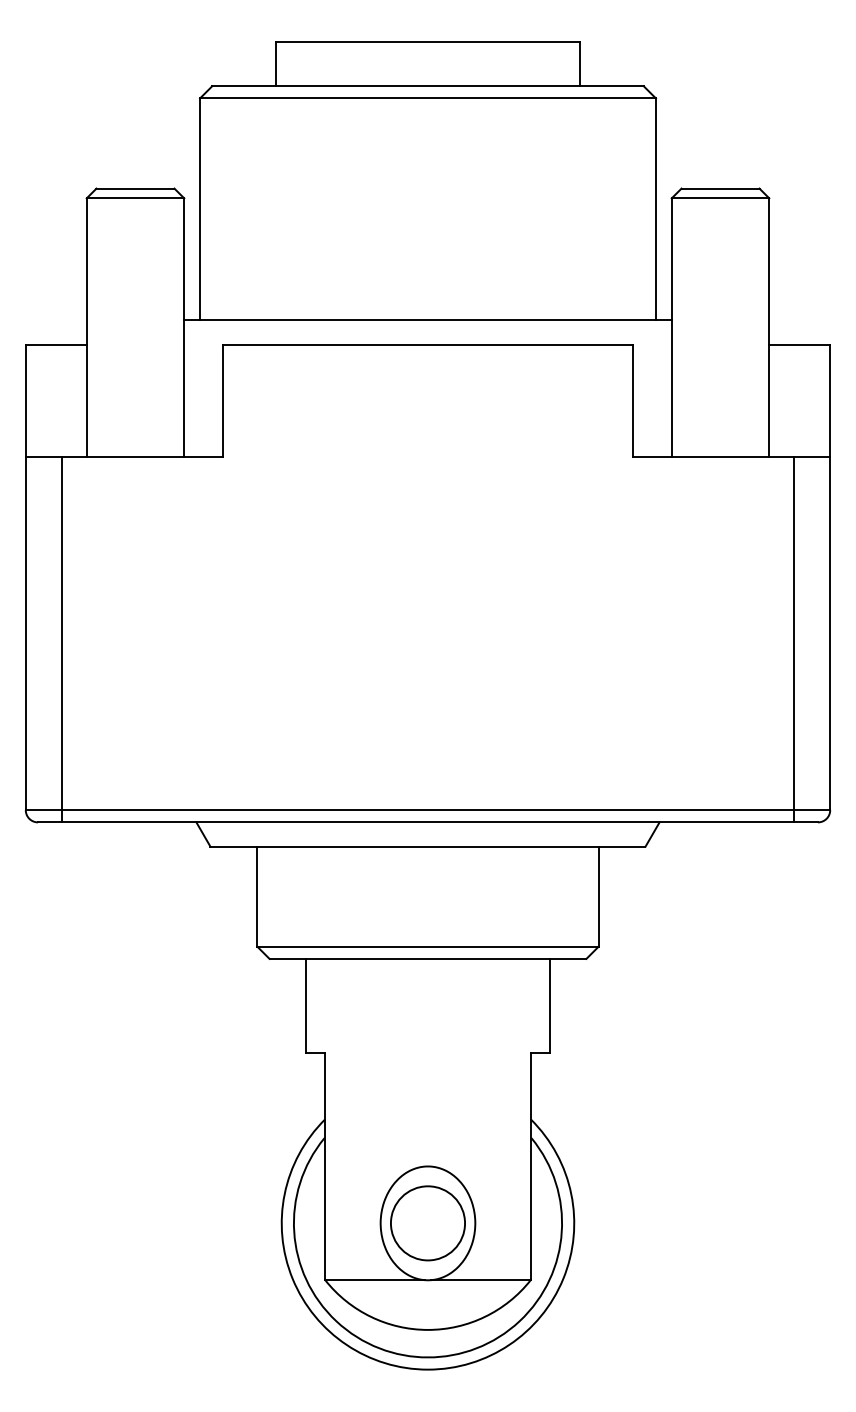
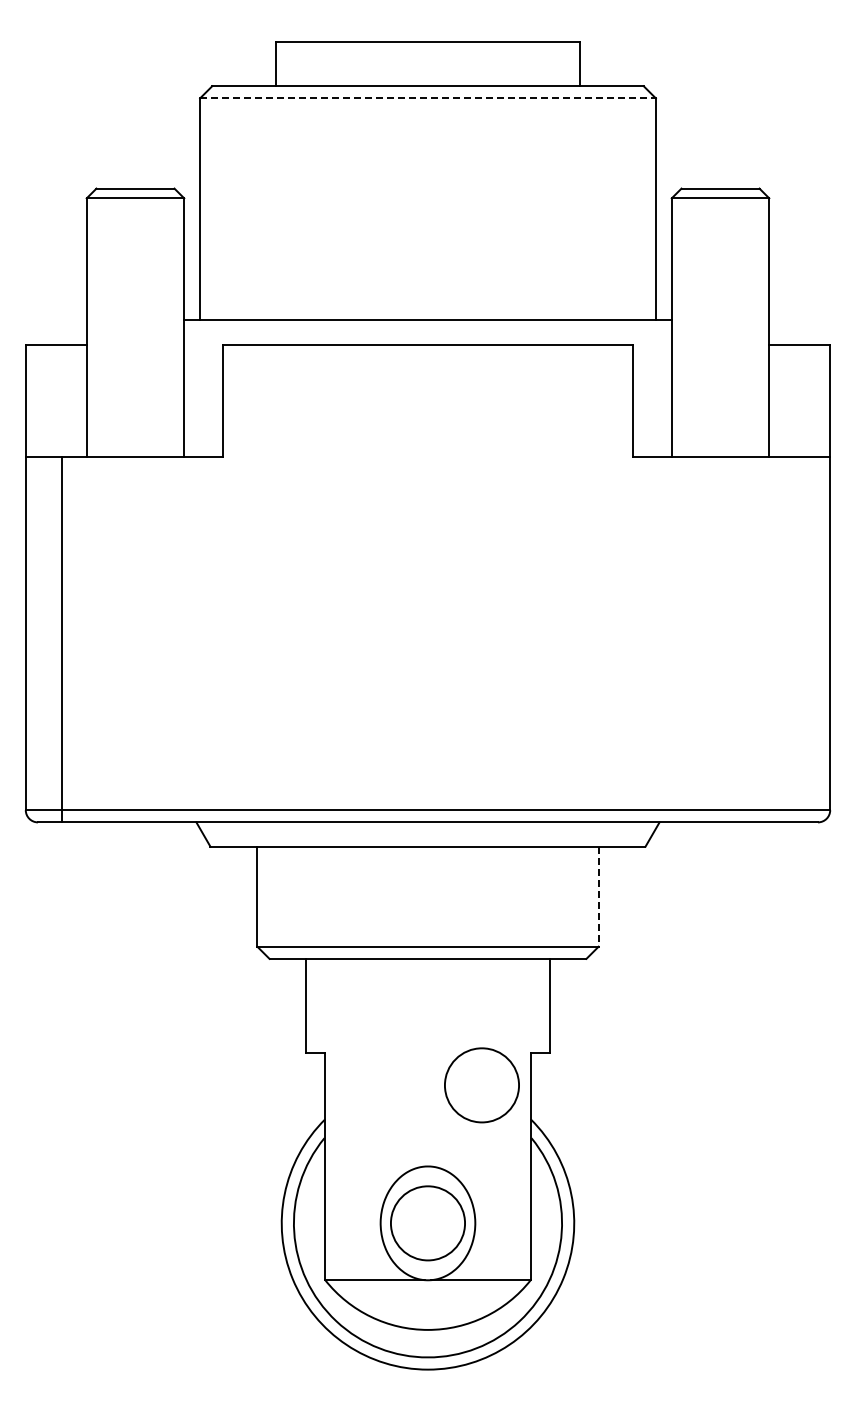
line at (428, 98): solid -> dashed
line at (793, 639): present -> none
line at (598, 896): solid -> dashed
circle at (481, 1085): none -> present
